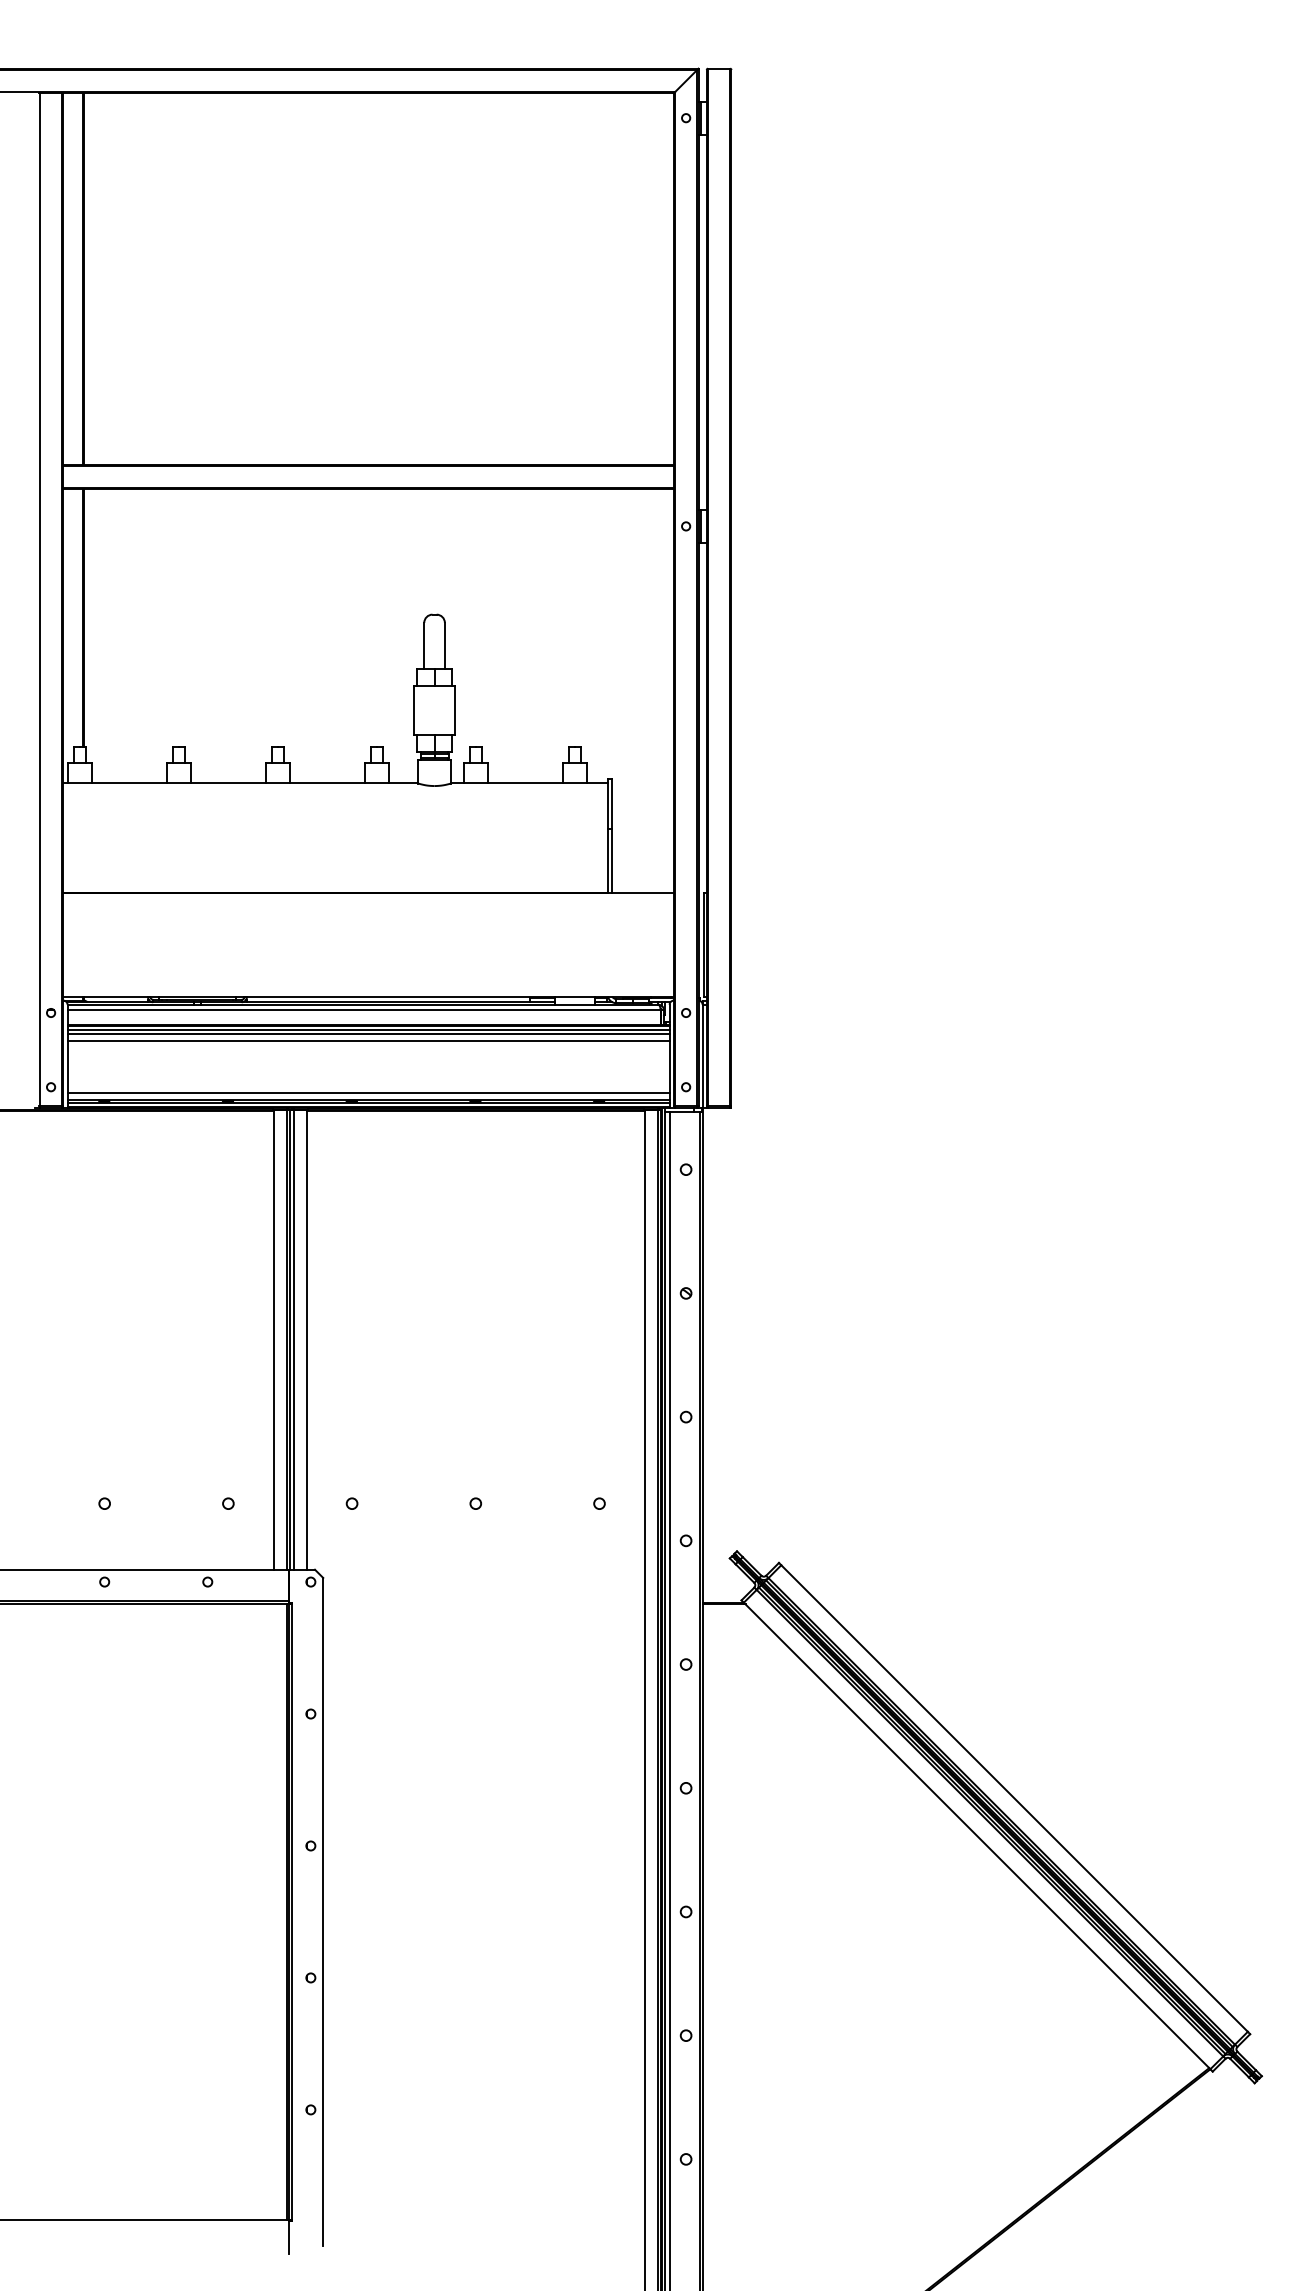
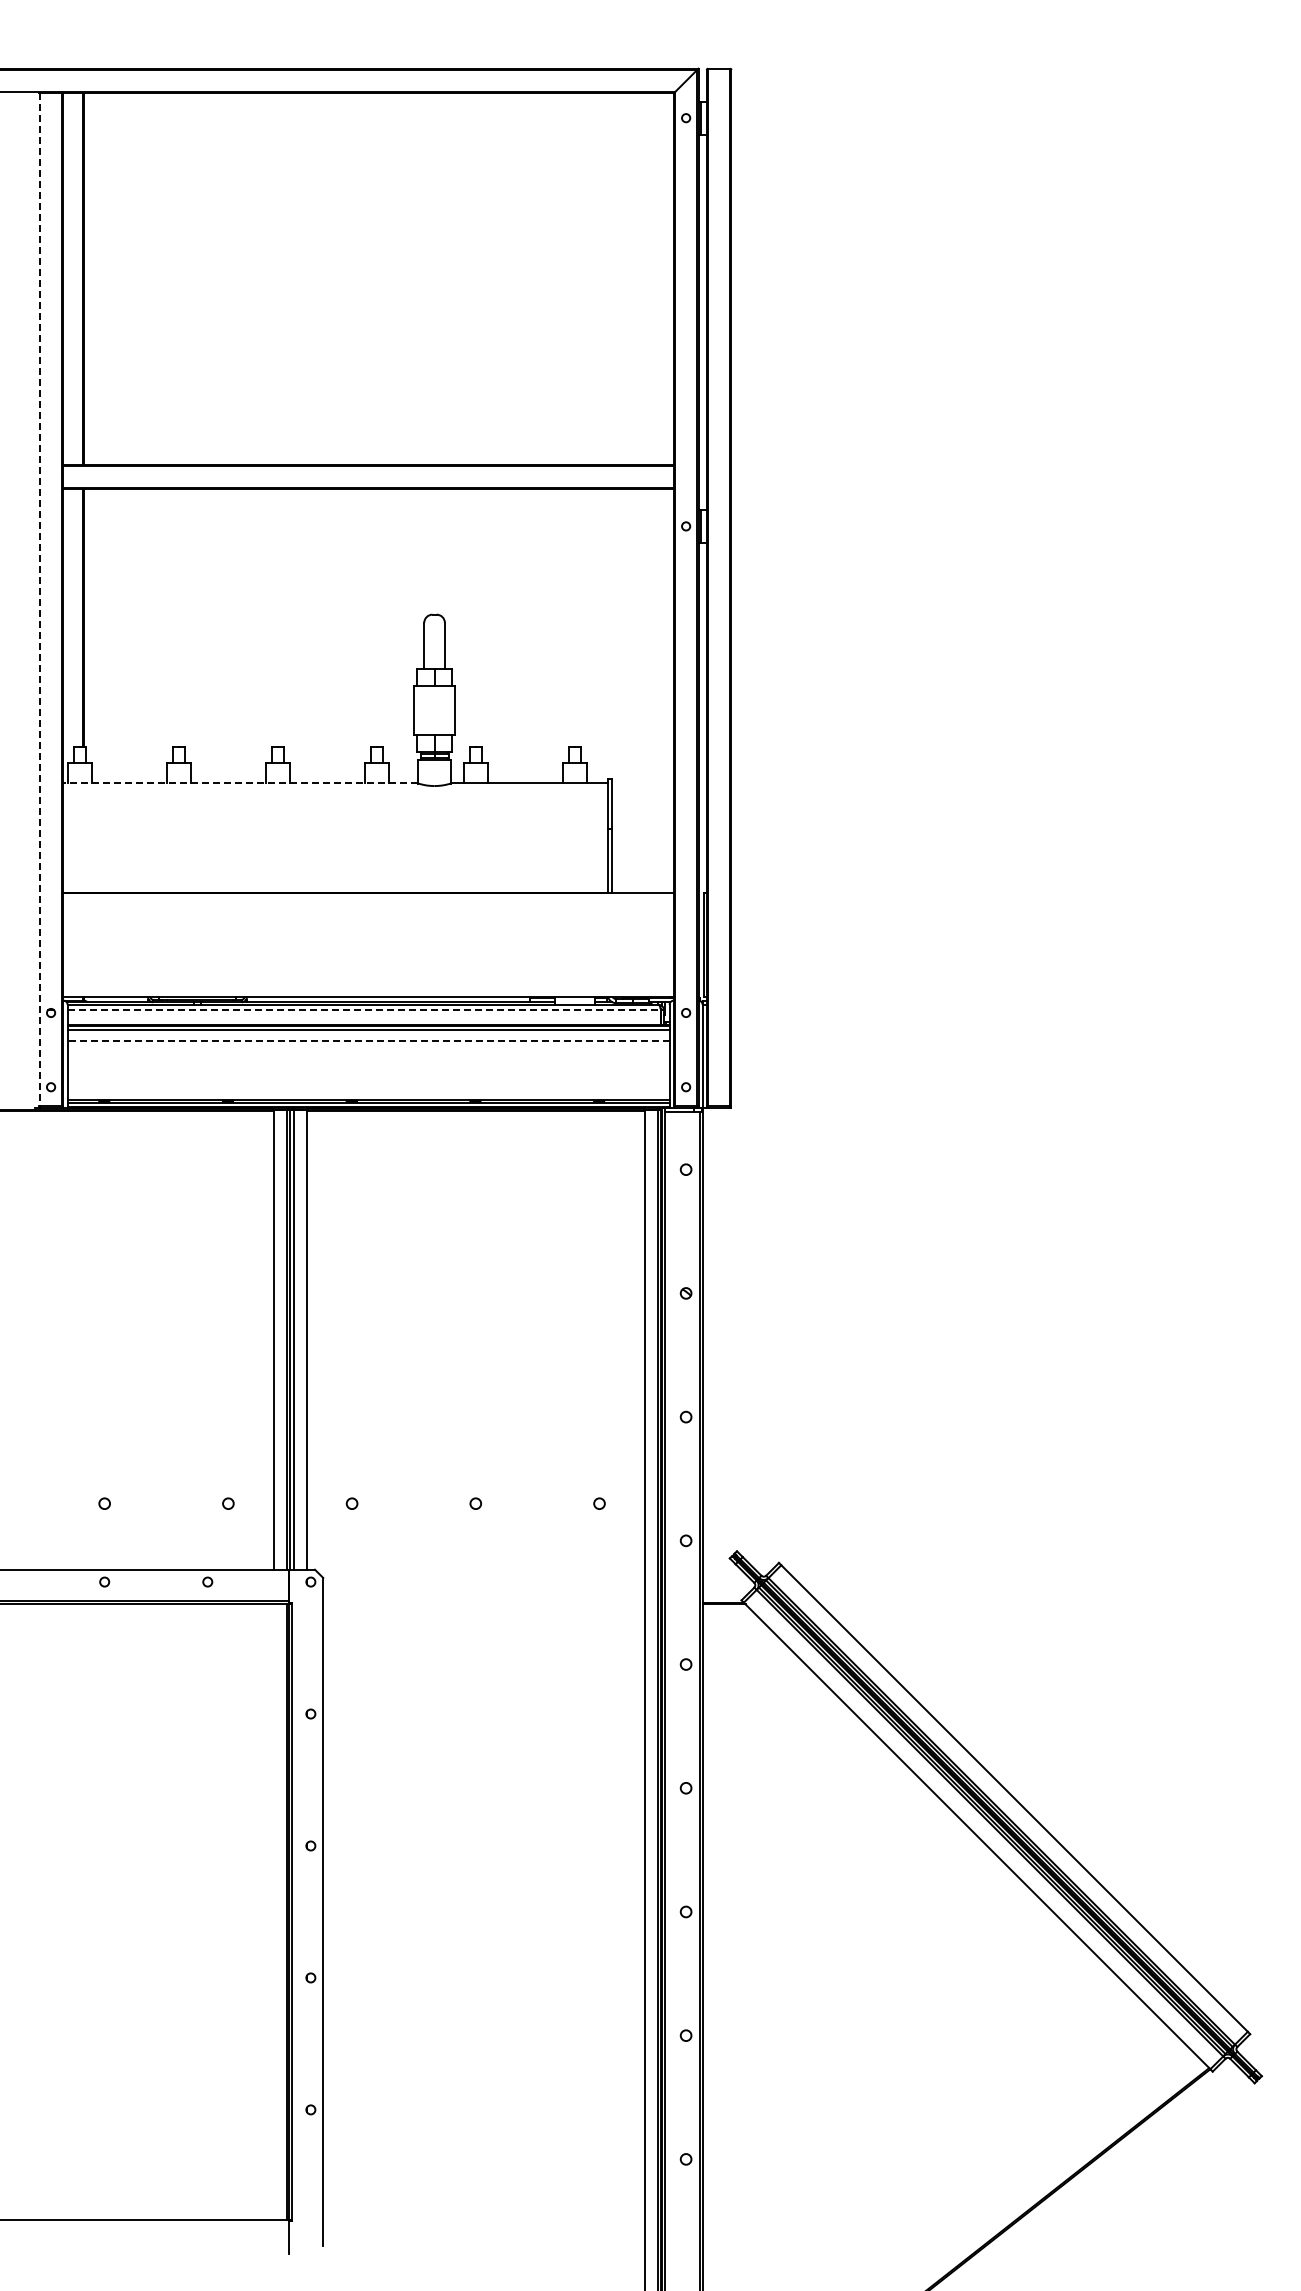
line at (39, 600): solid -> dashed
line at (240, 783): solid -> dashed
line at (364, 1010): solid -> dashed
line at (368, 1033): present -> none
line at (368, 1040): solid -> dashed
line at (368, 1092): present -> none
line at (670, 1699): present -> none
